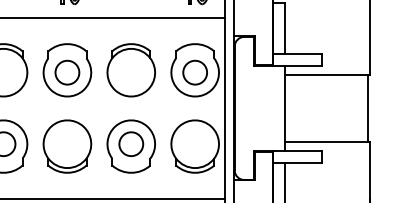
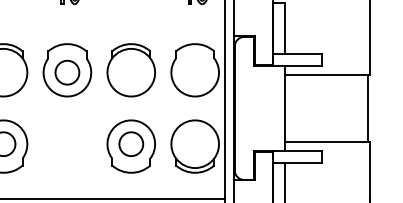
line at (113, 17): present -> none
circle at (194, 72): present -> none
part at (67, 146): present -> none
